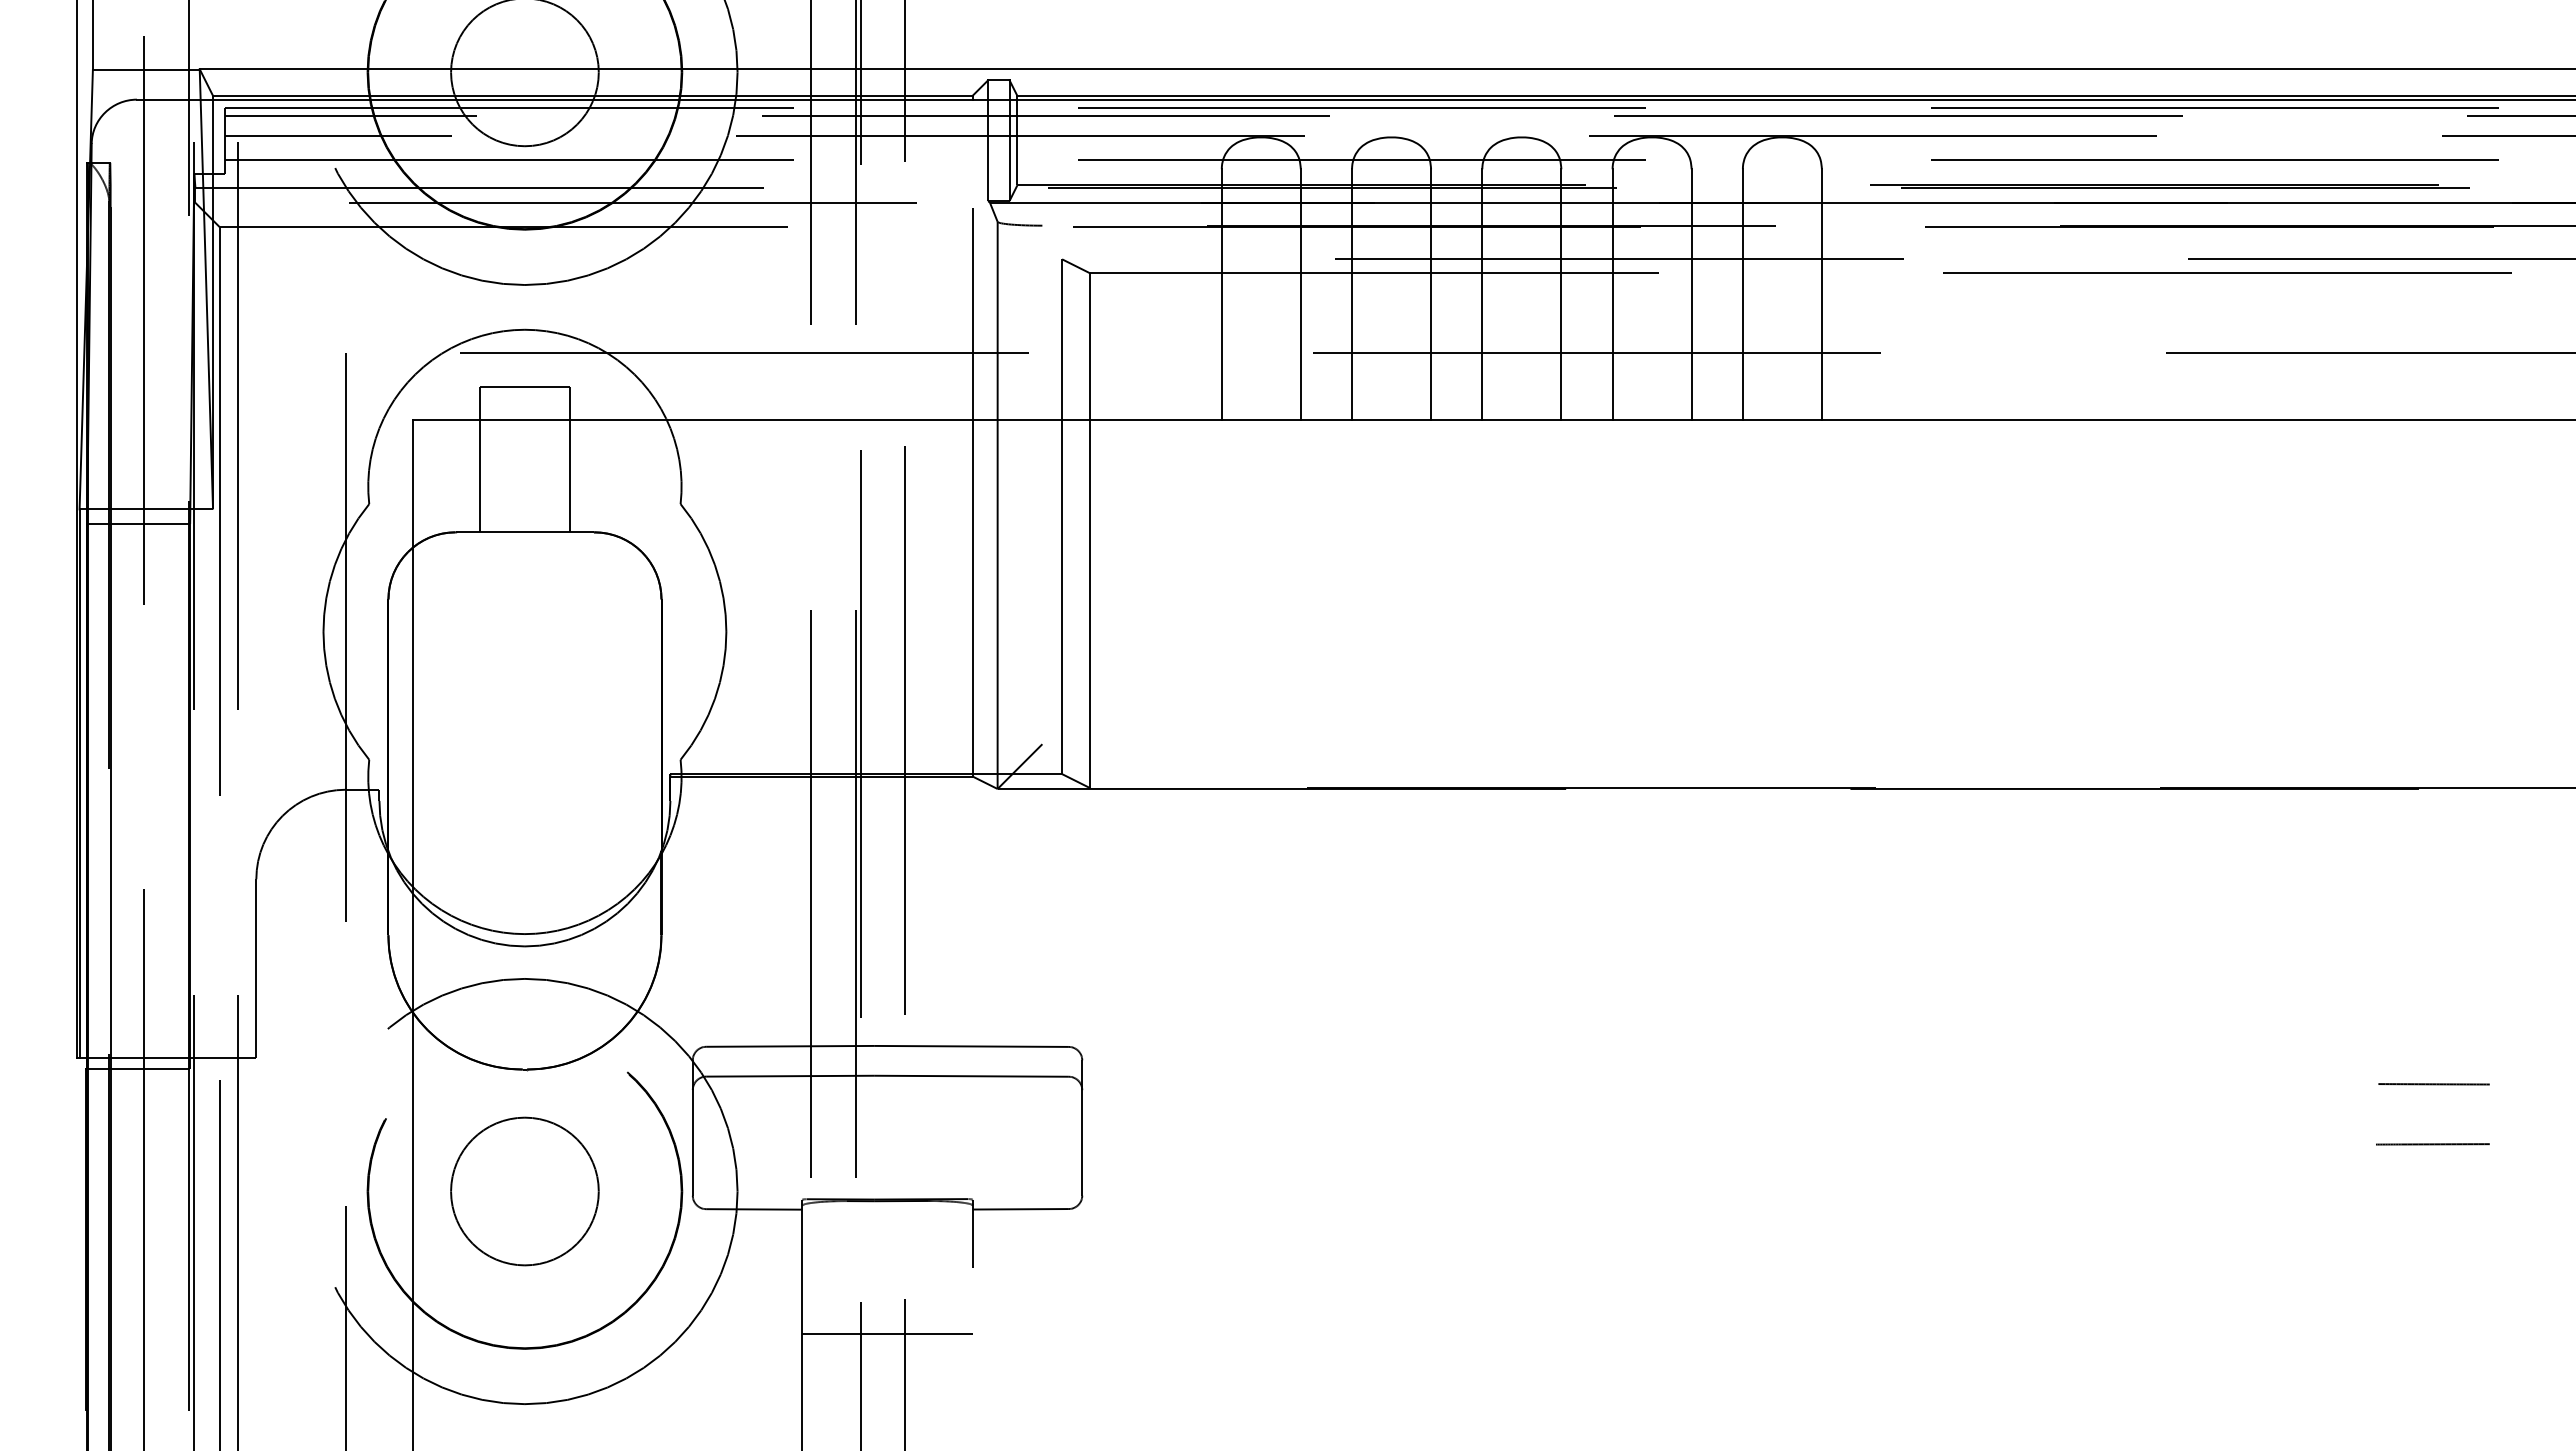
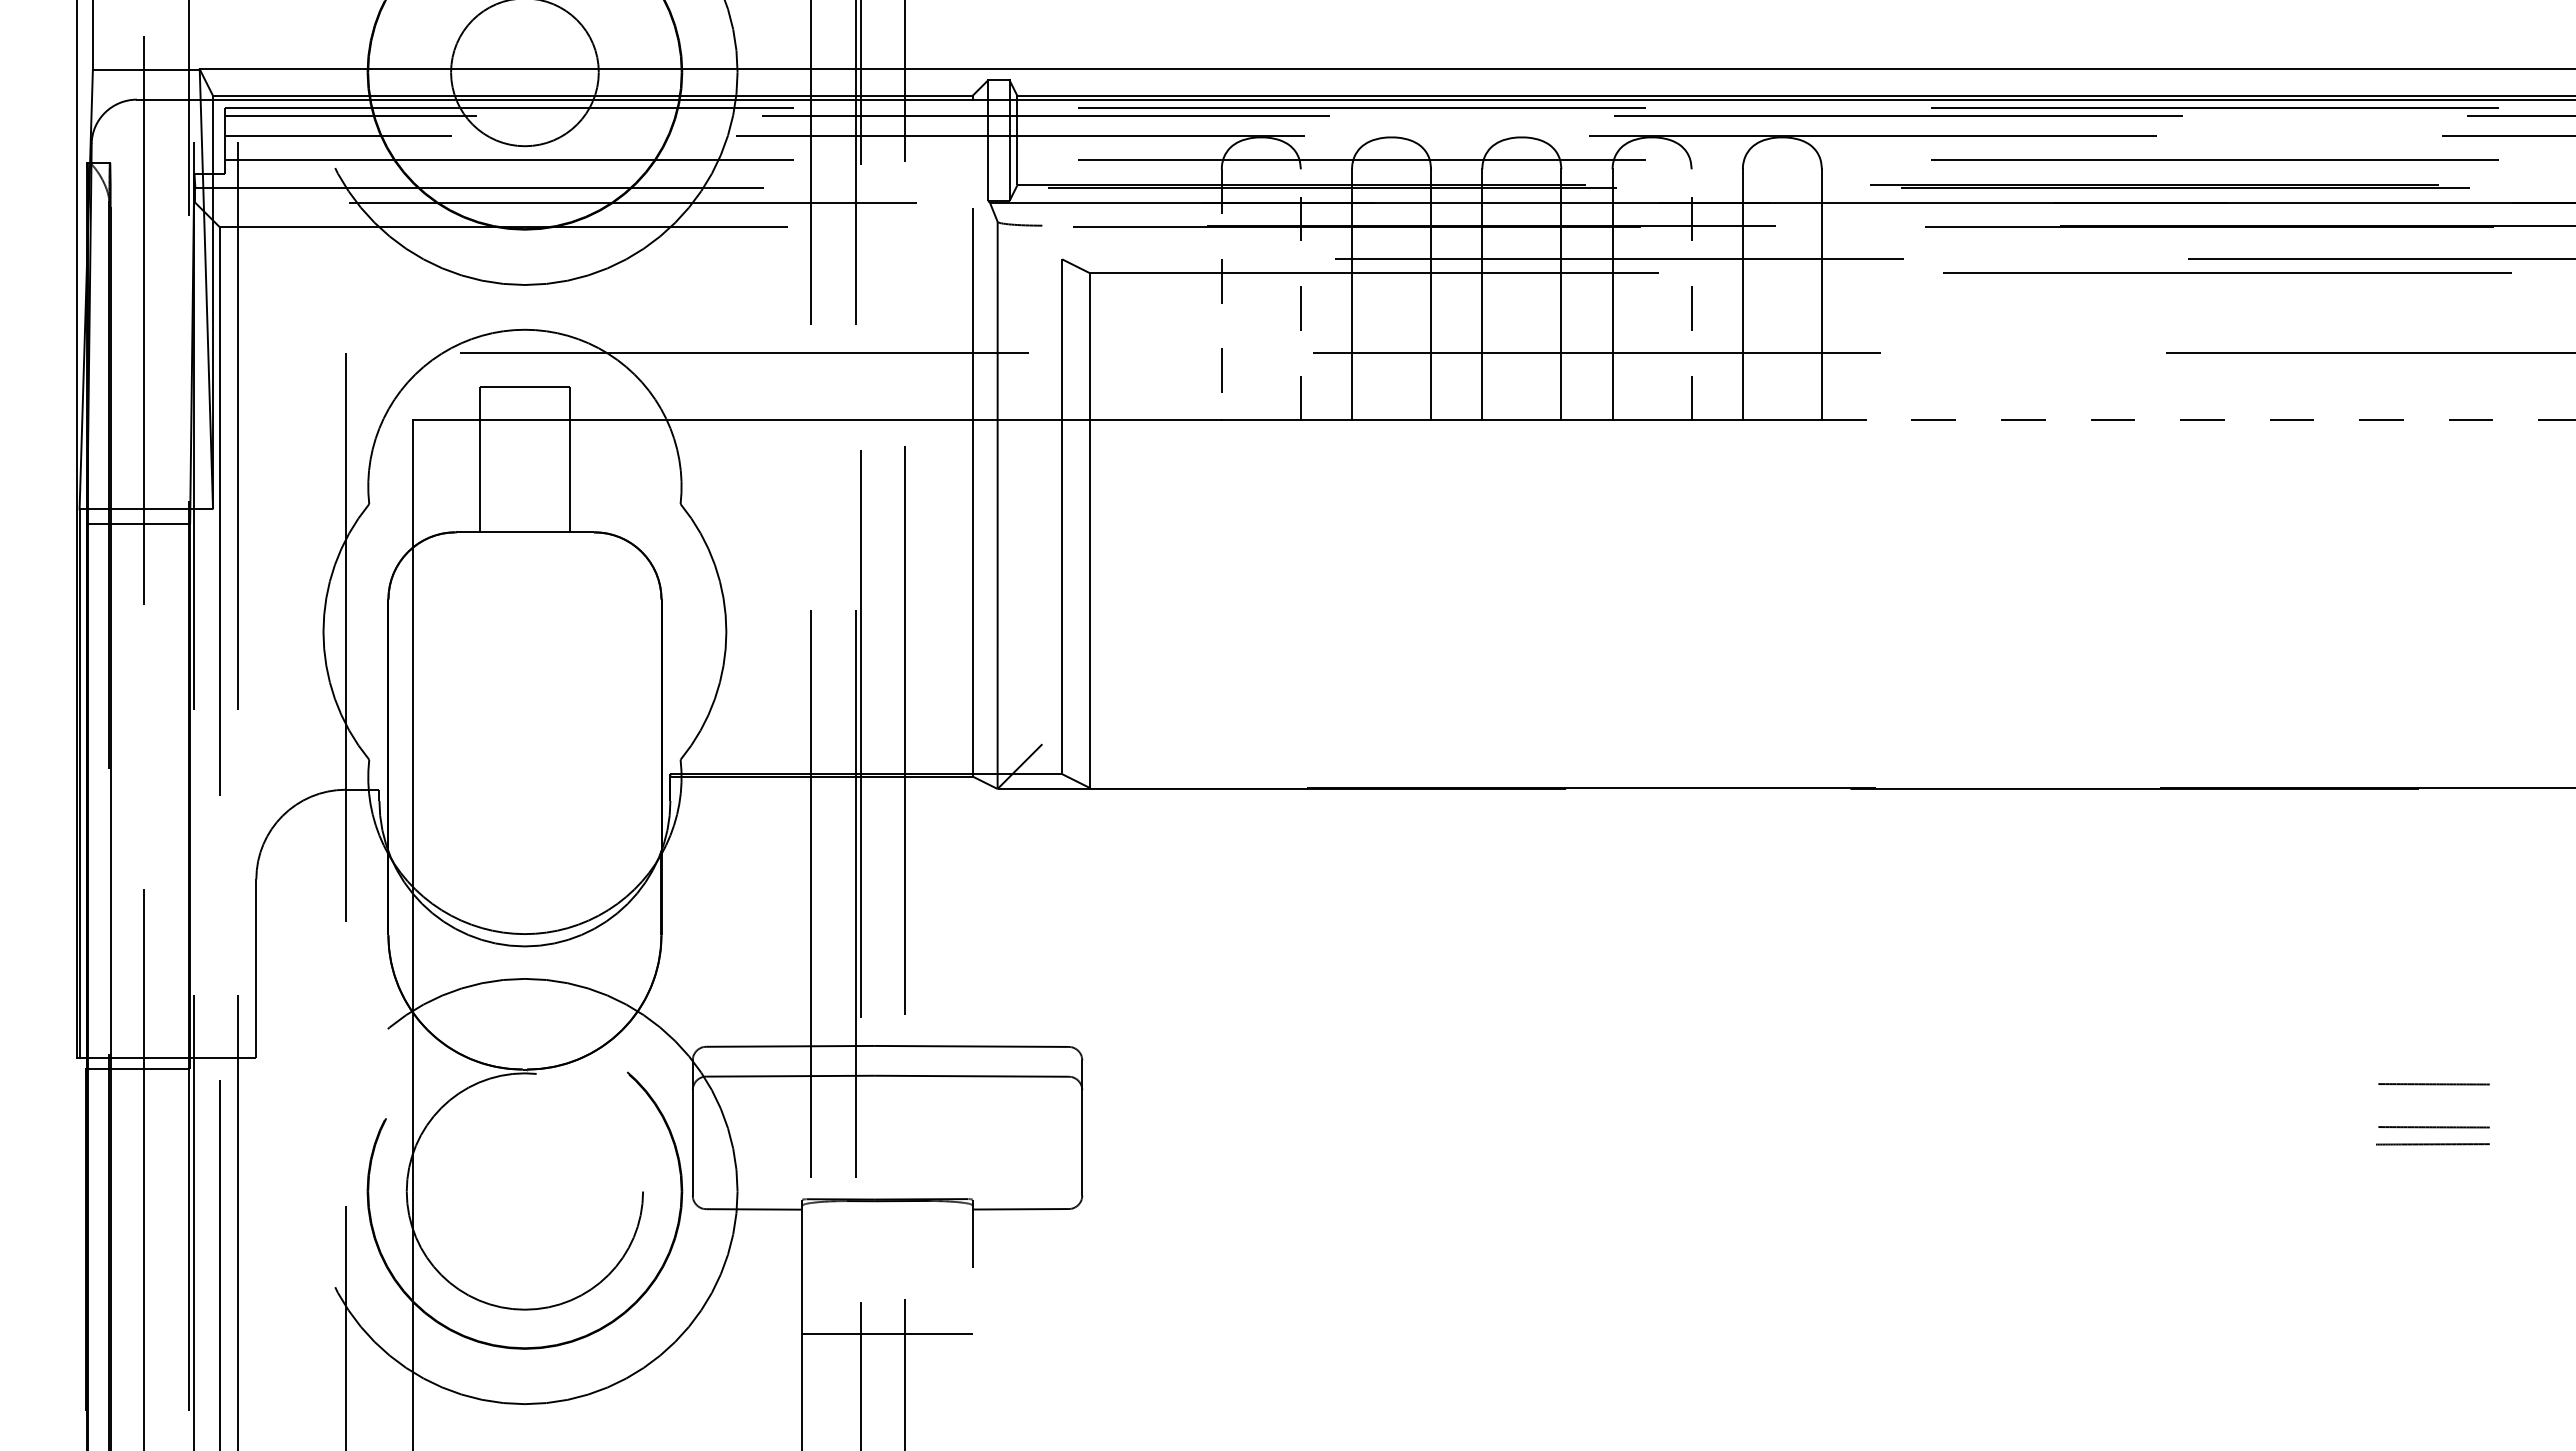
line at (1221, 294): solid -> dashed
line at (1300, 294): solid -> dashed
line at (1691, 294): solid -> dashed
line at (2198, 420): solid -> dashed
line at (2433, 1127): none -> present
circle at (524, 1191) diameter: 148 px -> 236 px
